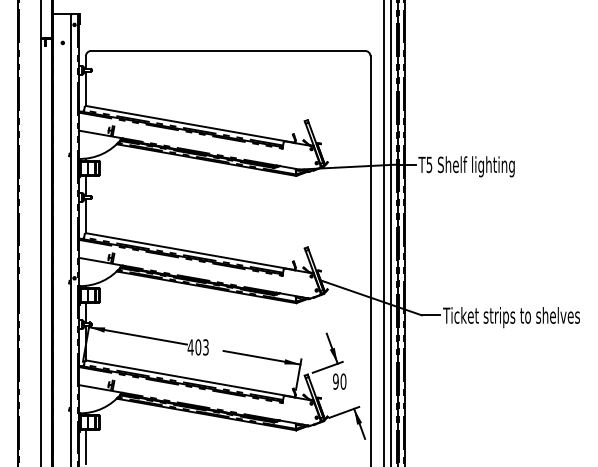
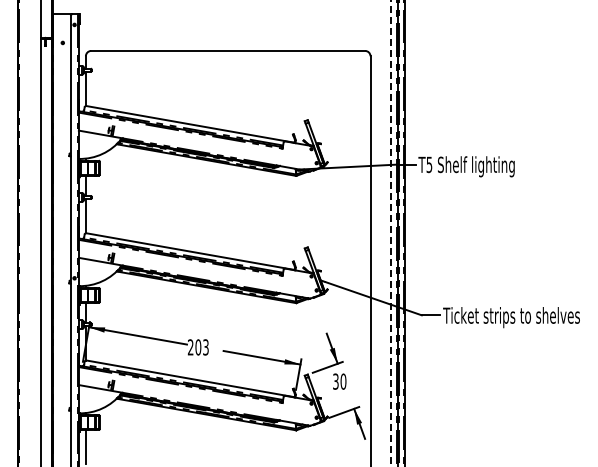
line at (384, 232): present -> none
line at (391, 233): solid -> dashed
text at (190, 347): 403 -> 203
text at (335, 381): 90 -> 30
